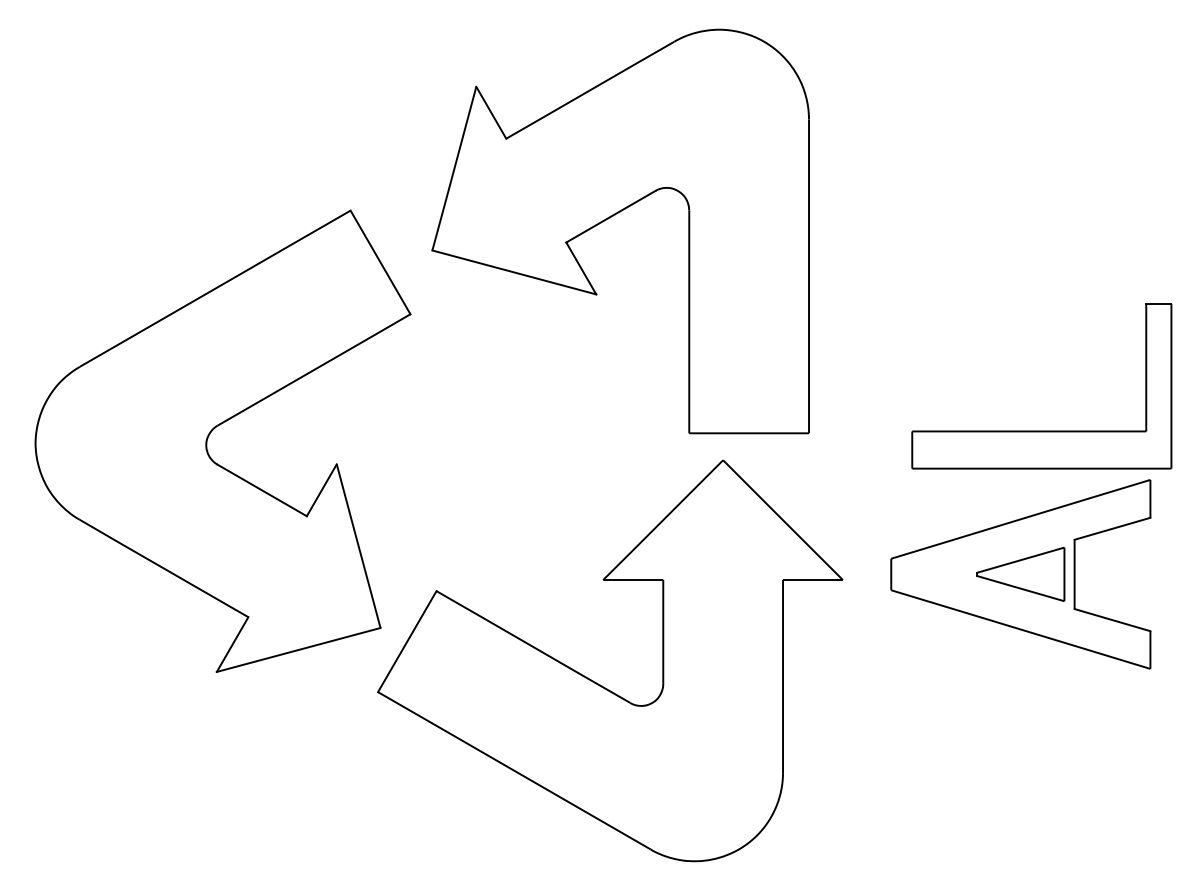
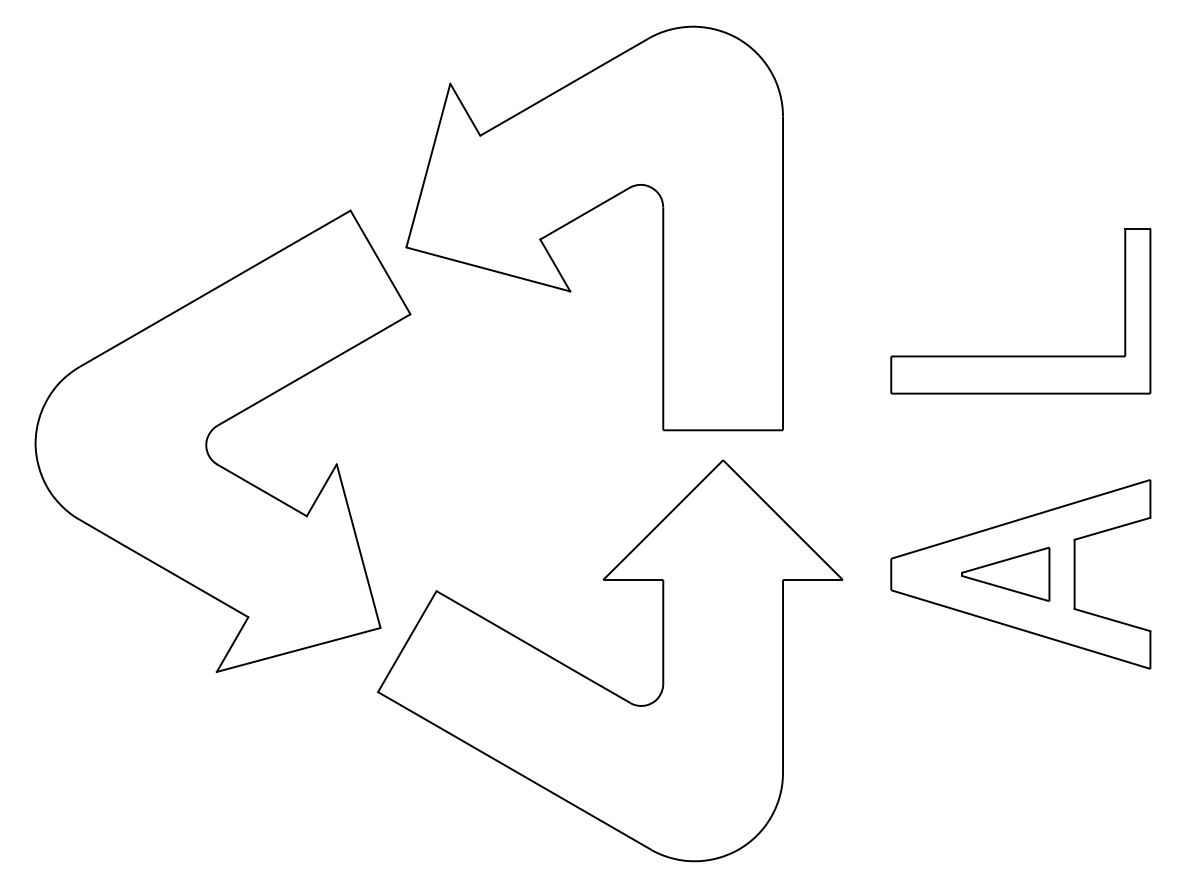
part at (613, 216) position: (613, 216) -> (587, 213)
part at (1041, 430) position: (1041, 430) -> (1020, 355)
part at (1020, 573) position: (1020, 573) -> (1005, 573)
